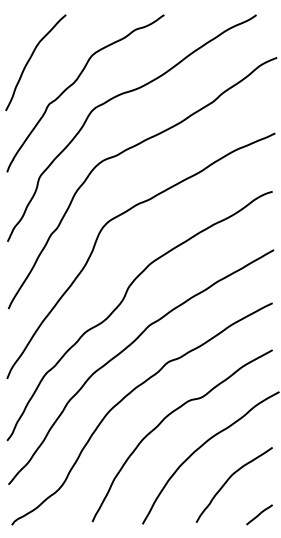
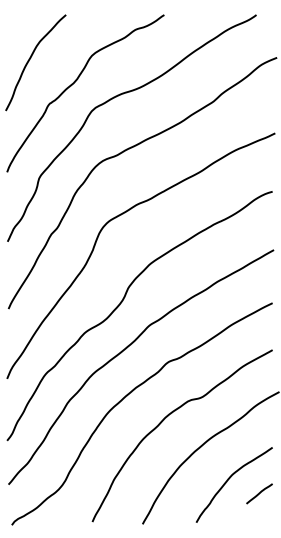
line at (259, 514) position: (259, 514) -> (259, 493)
